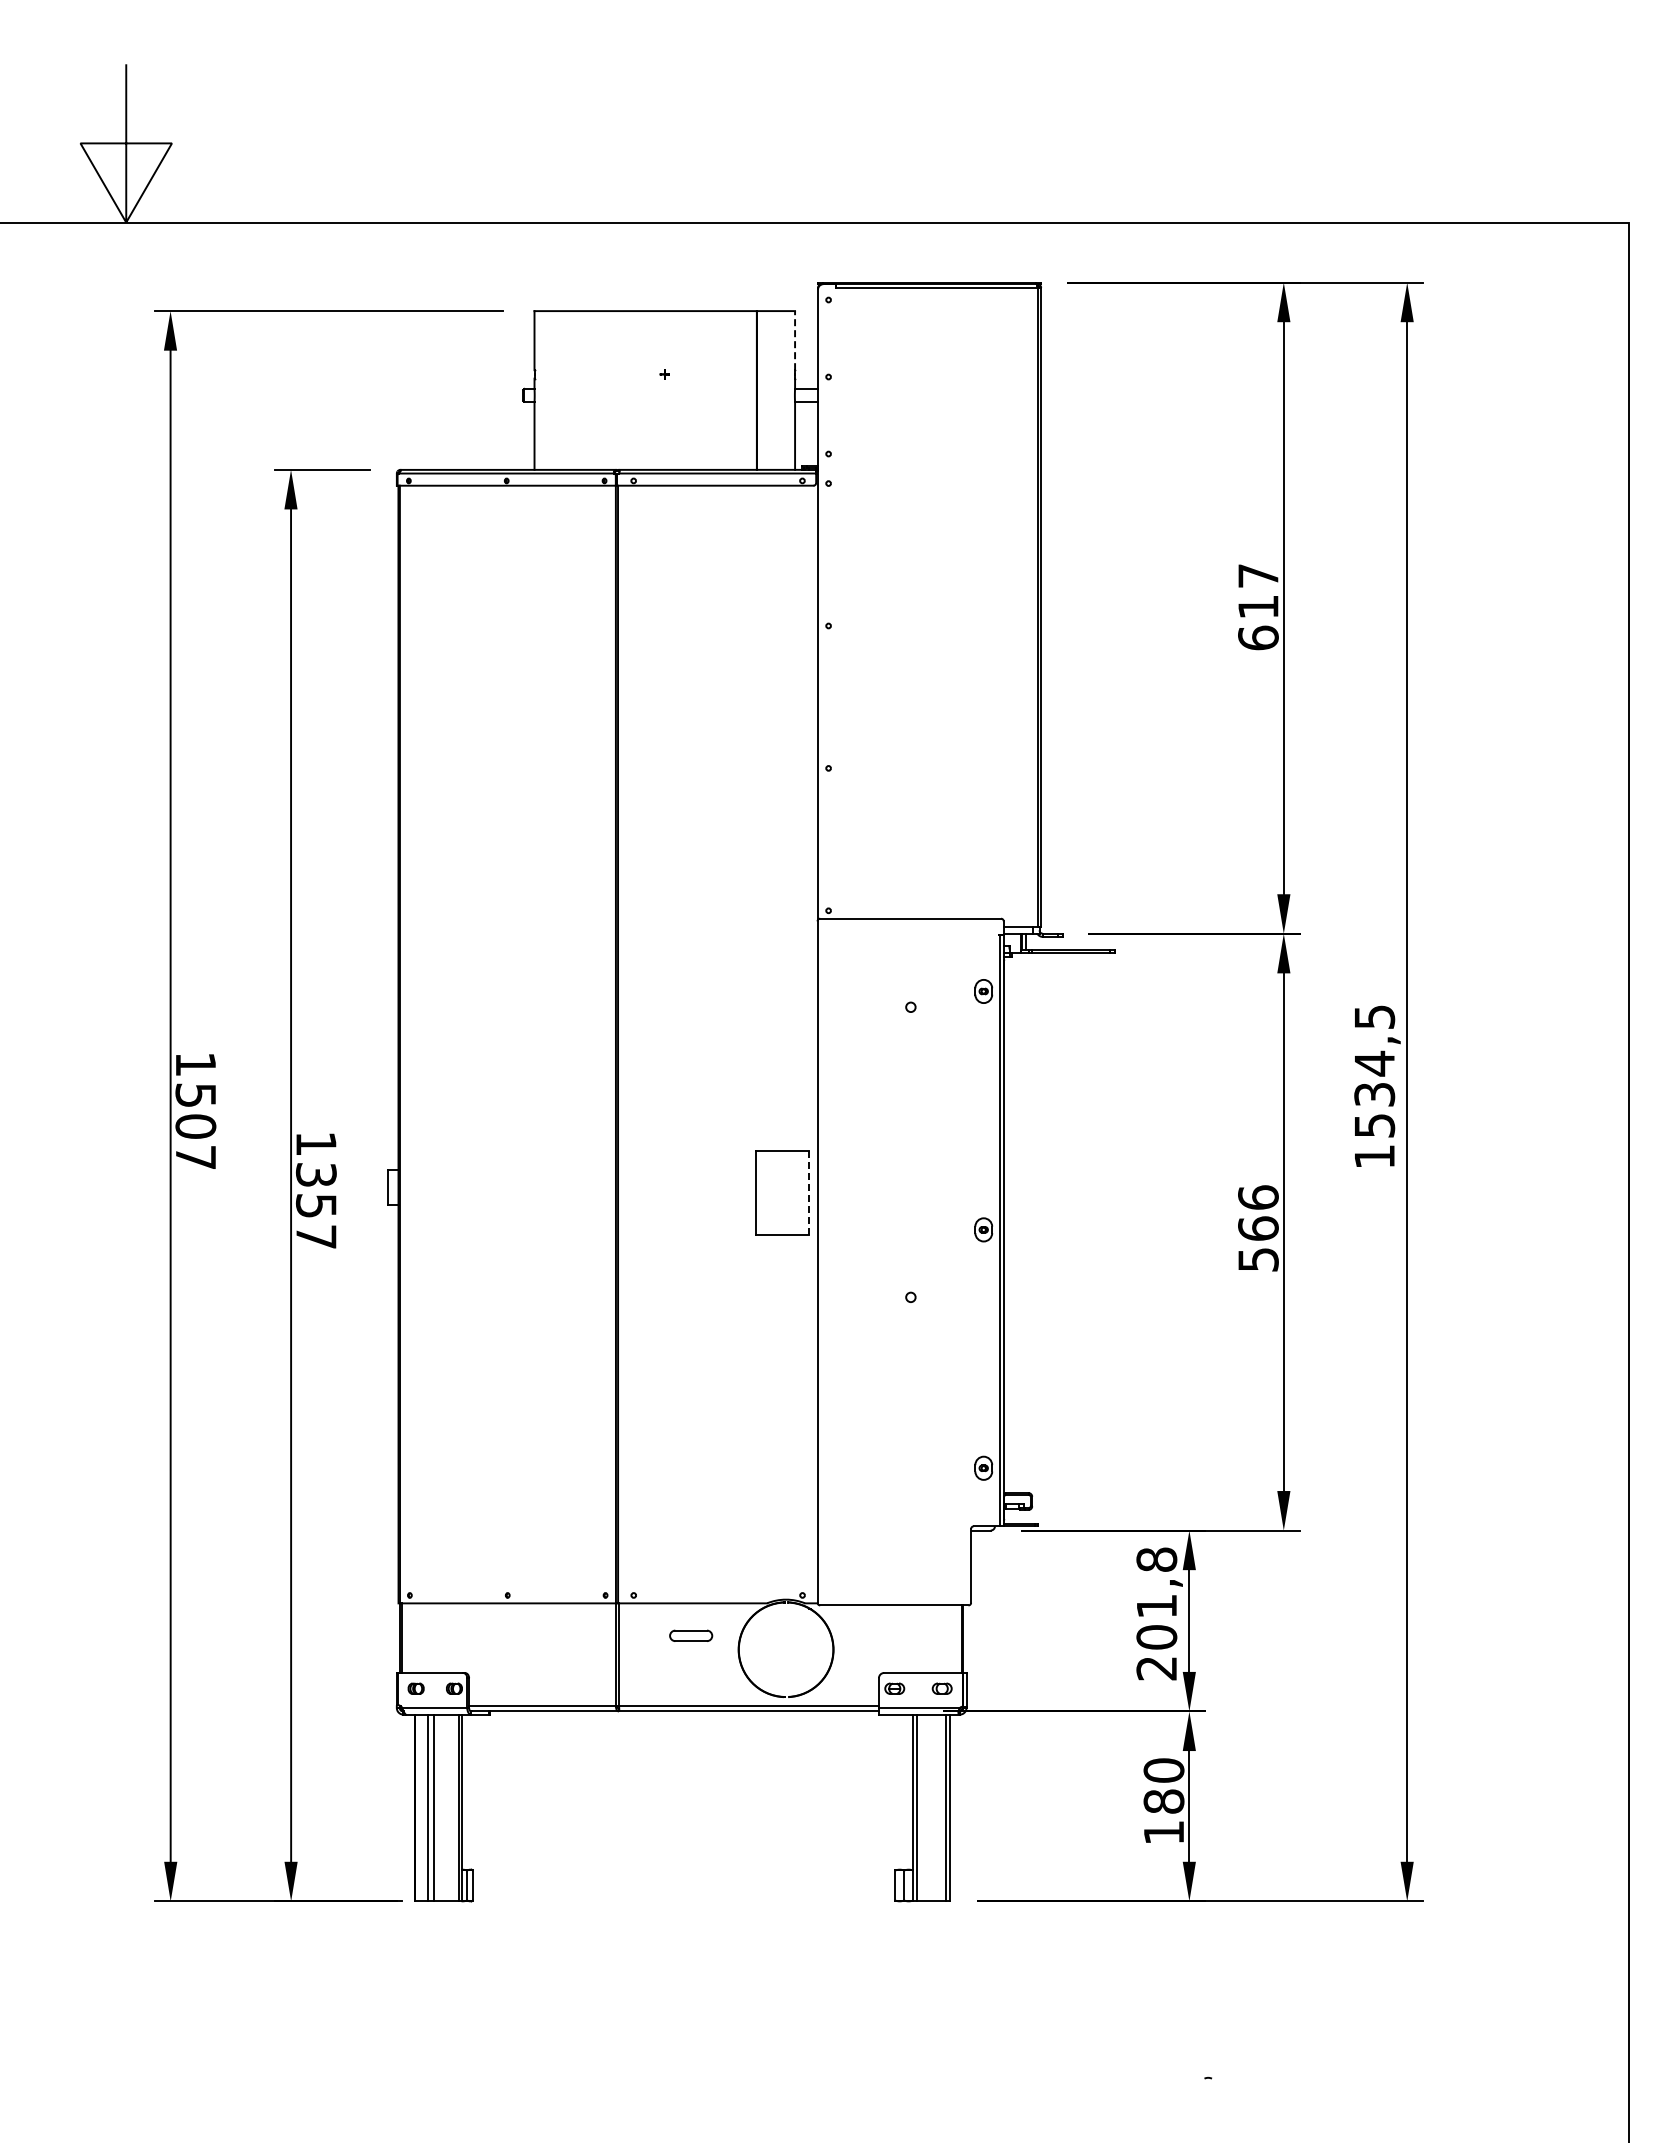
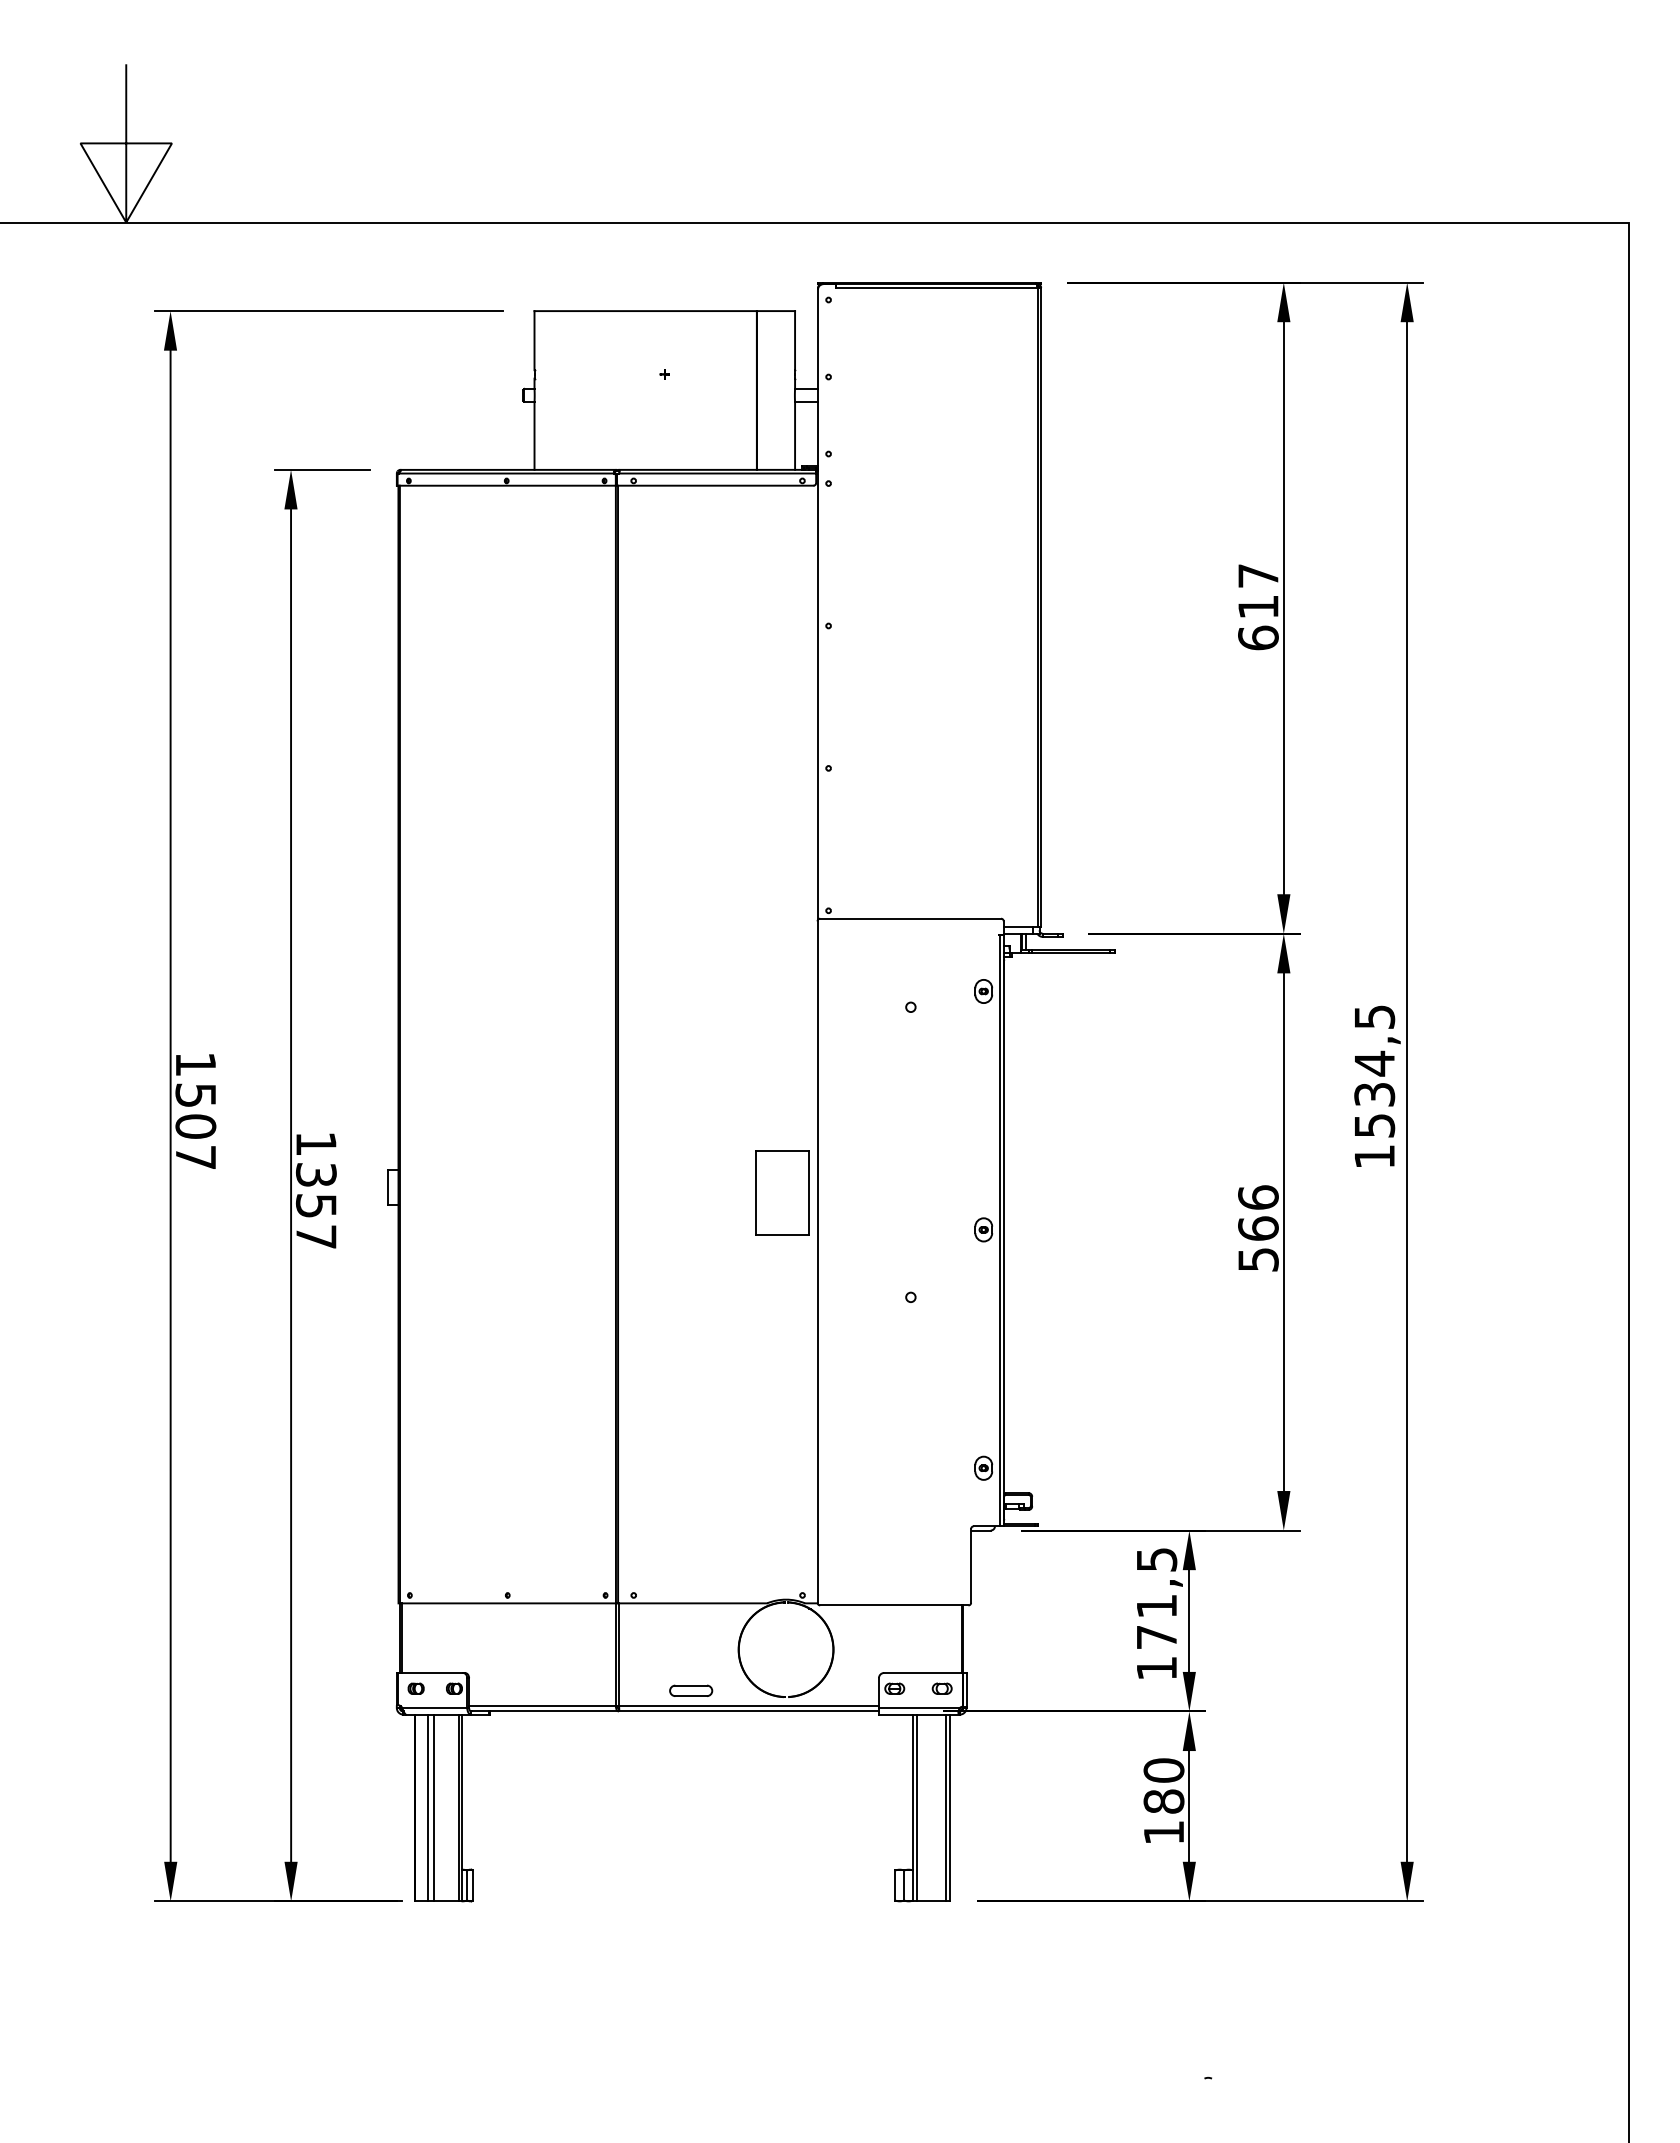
line at (795, 340): dashed -> solid
line at (809, 1193): dashed -> solid
text at (1156, 1613): 201,8 -> 171,5
part at (691, 1635) position: (691, 1635) -> (691, 1690)
